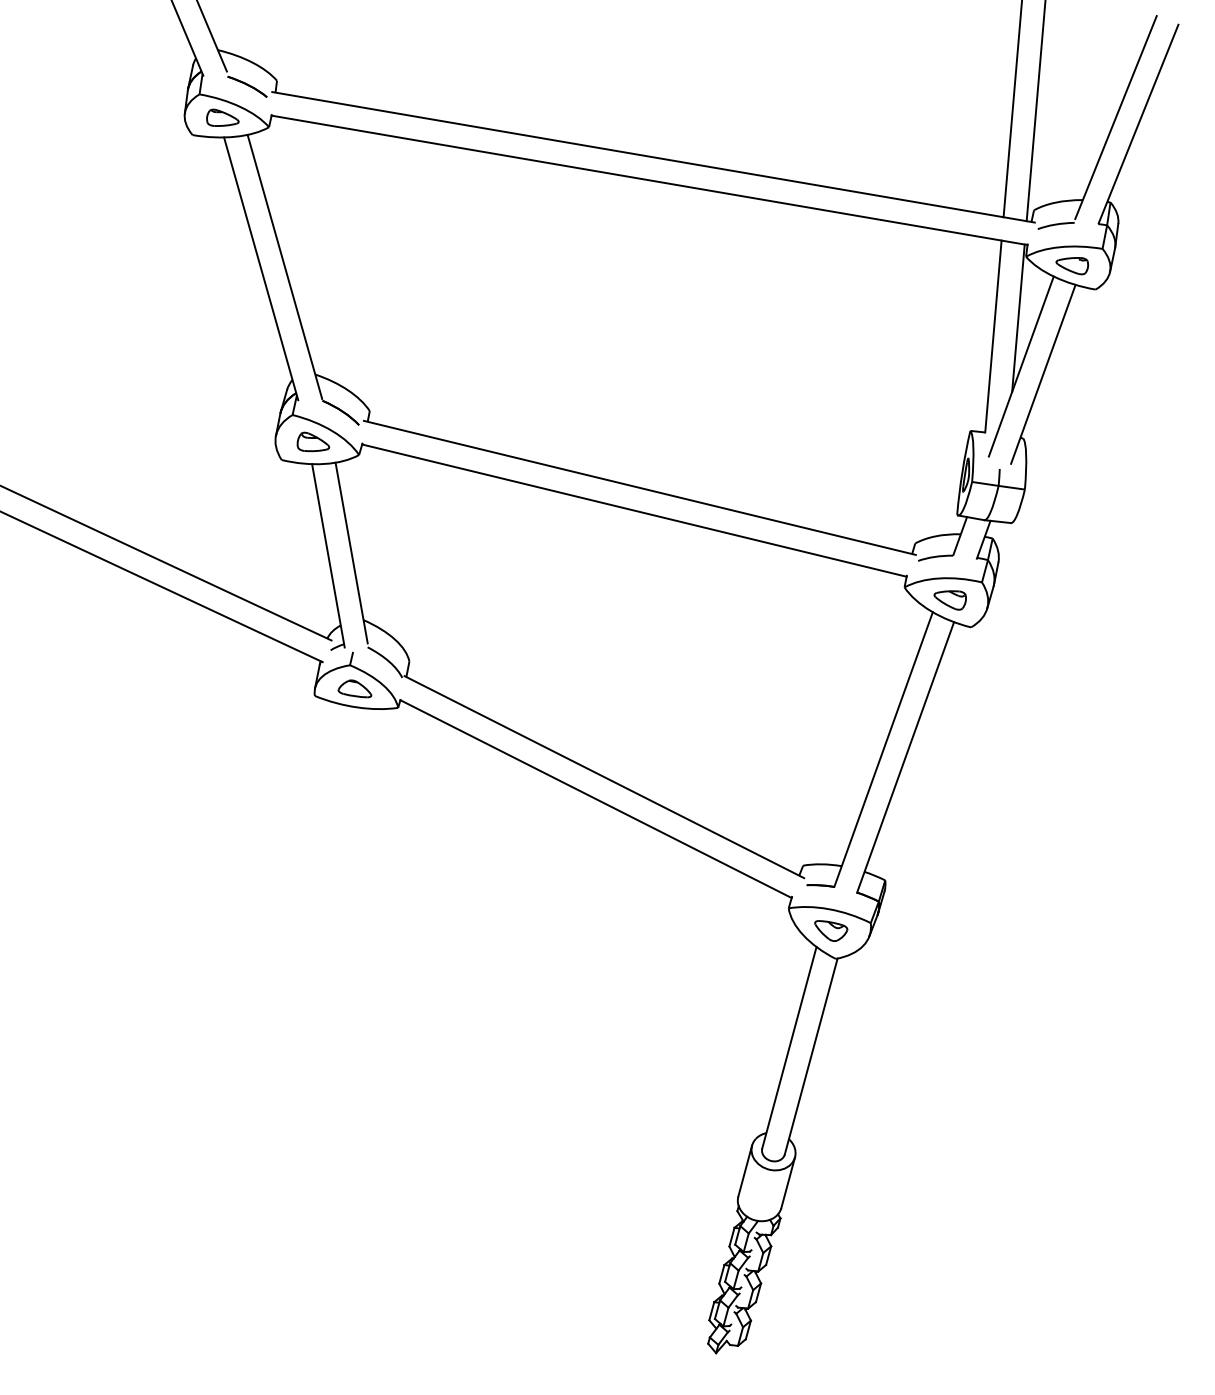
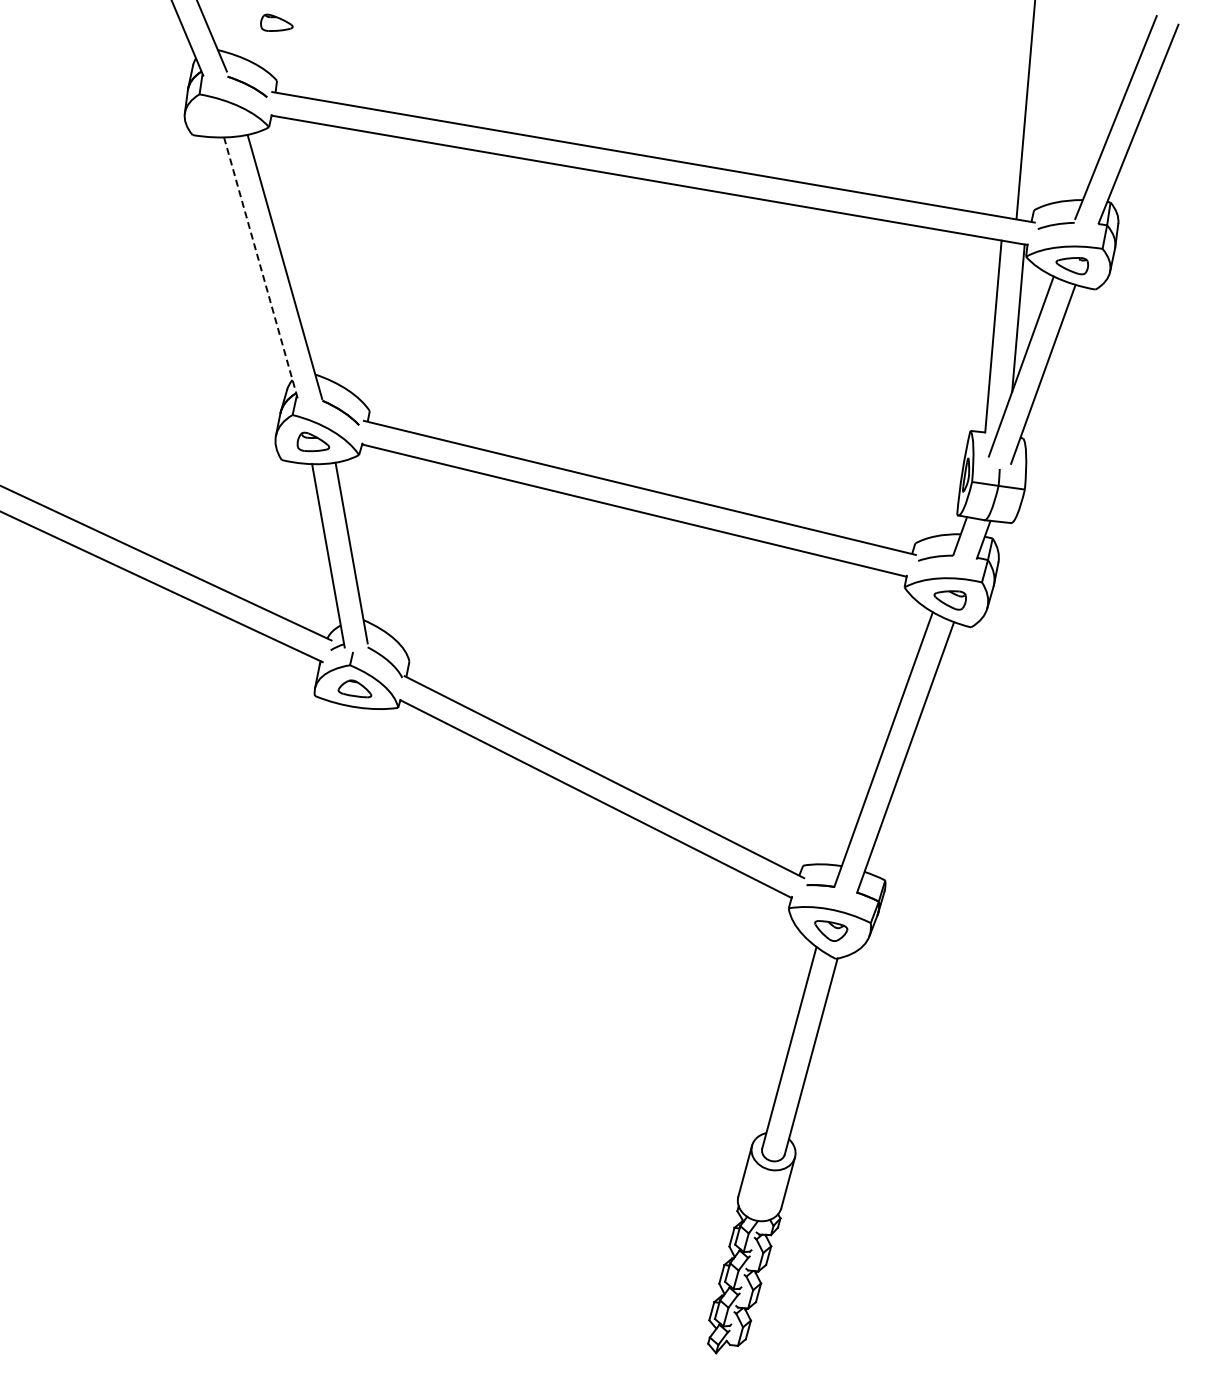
line at (1012, 109) position: (1012, 109) -> (1025, 110)
line at (1035, 111): present -> none
part at (222, 117) position: (222, 117) -> (276, 22)
line at (261, 268): solid -> dashed
